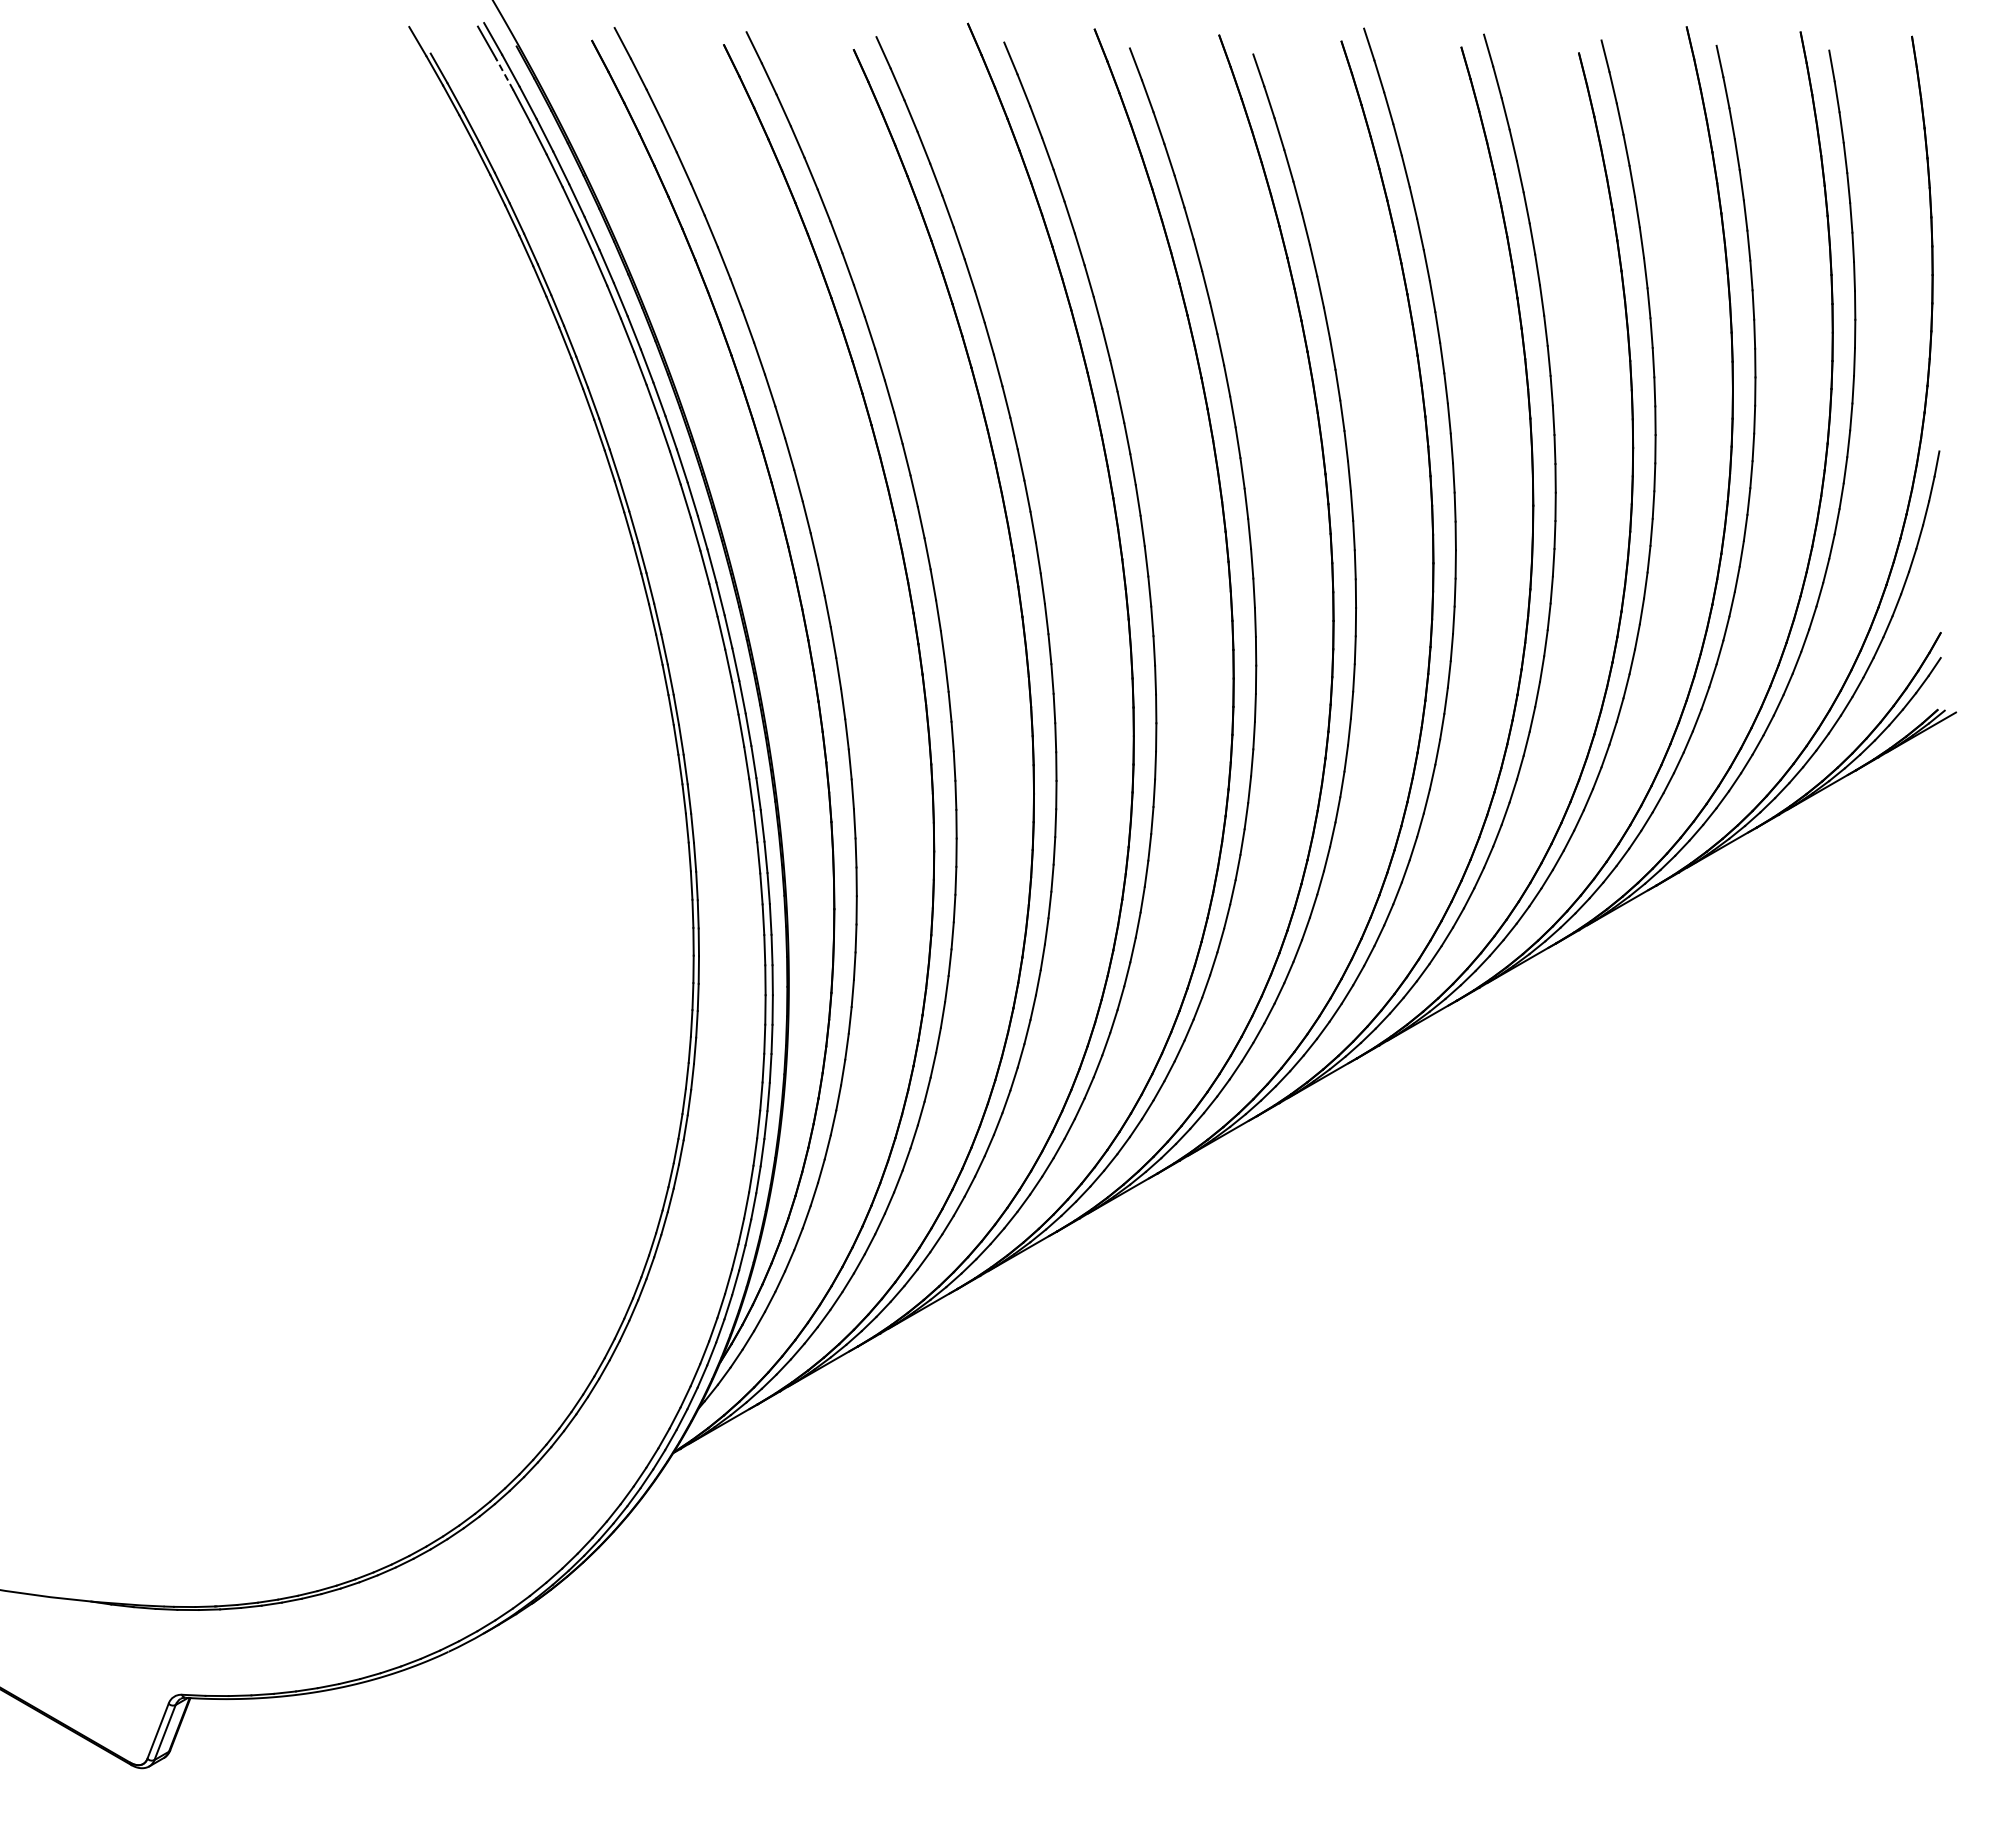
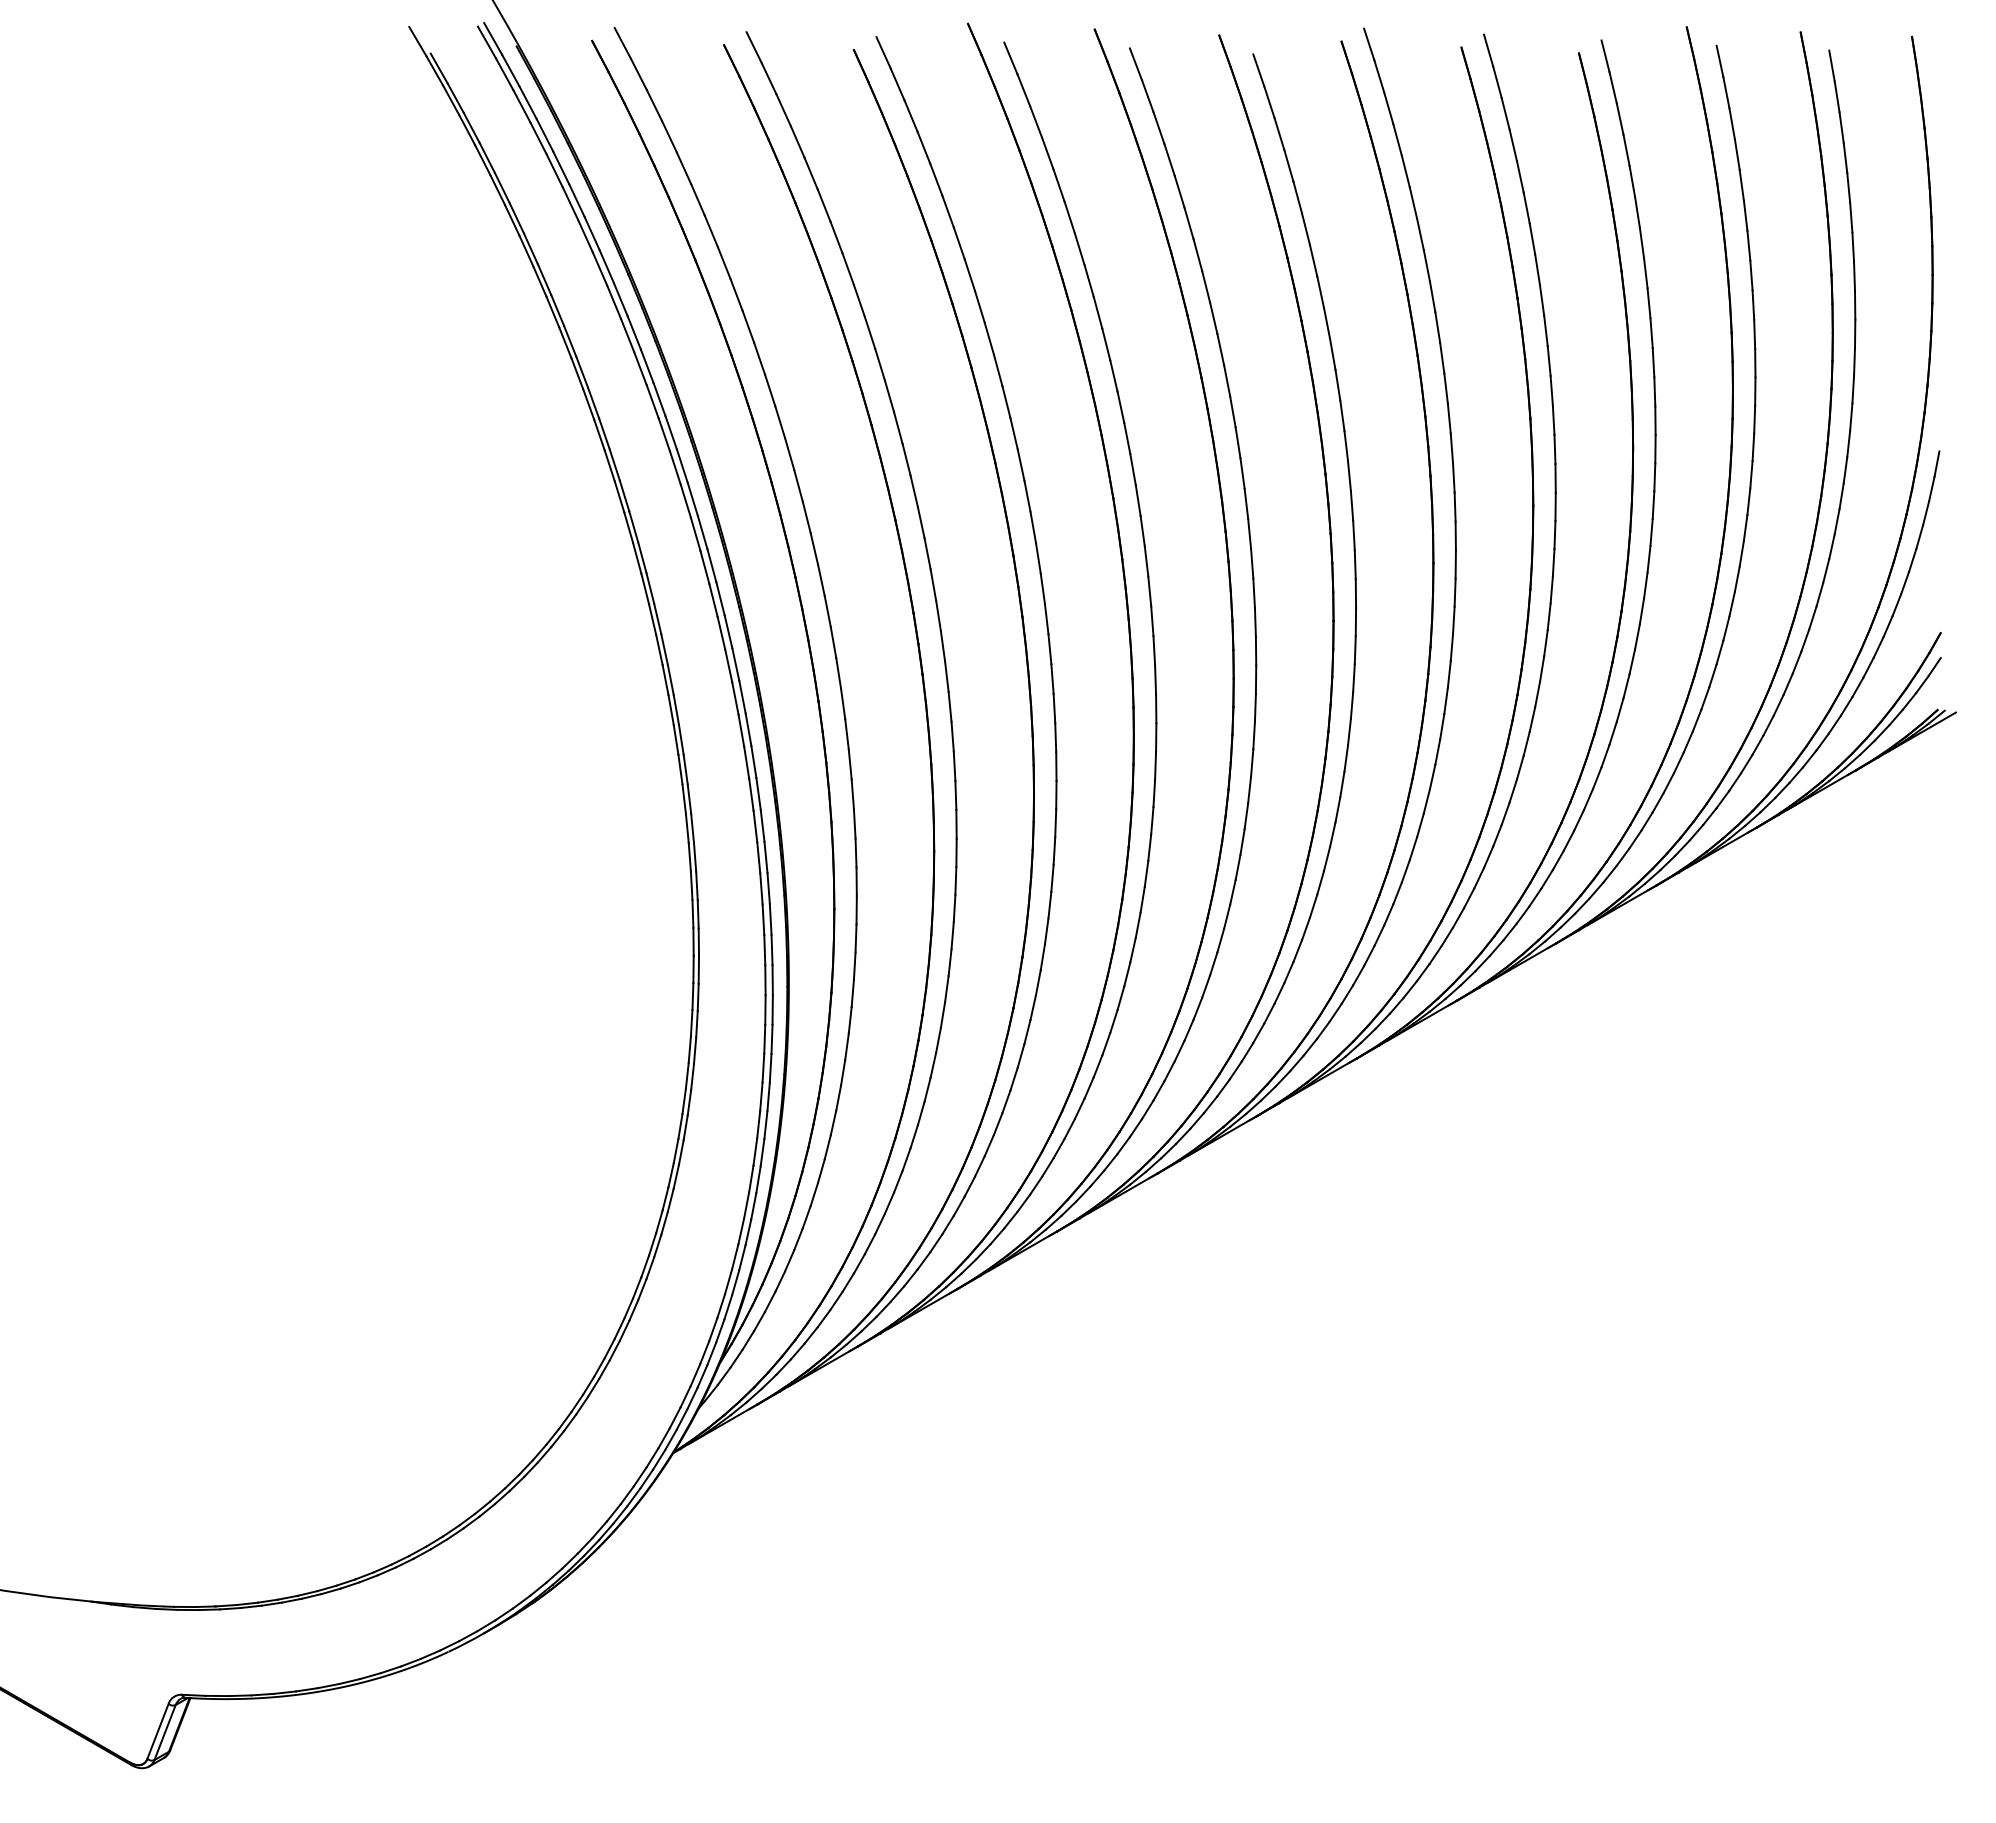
line at (504, 73): dashed -> solid
